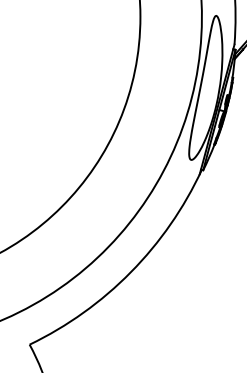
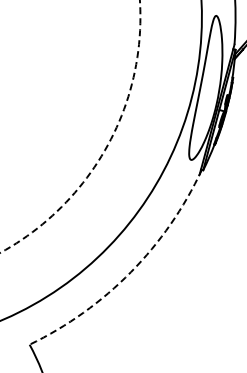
circle at (70, 126): solid -> dashed
arc at (130, 272): solid -> dashed
